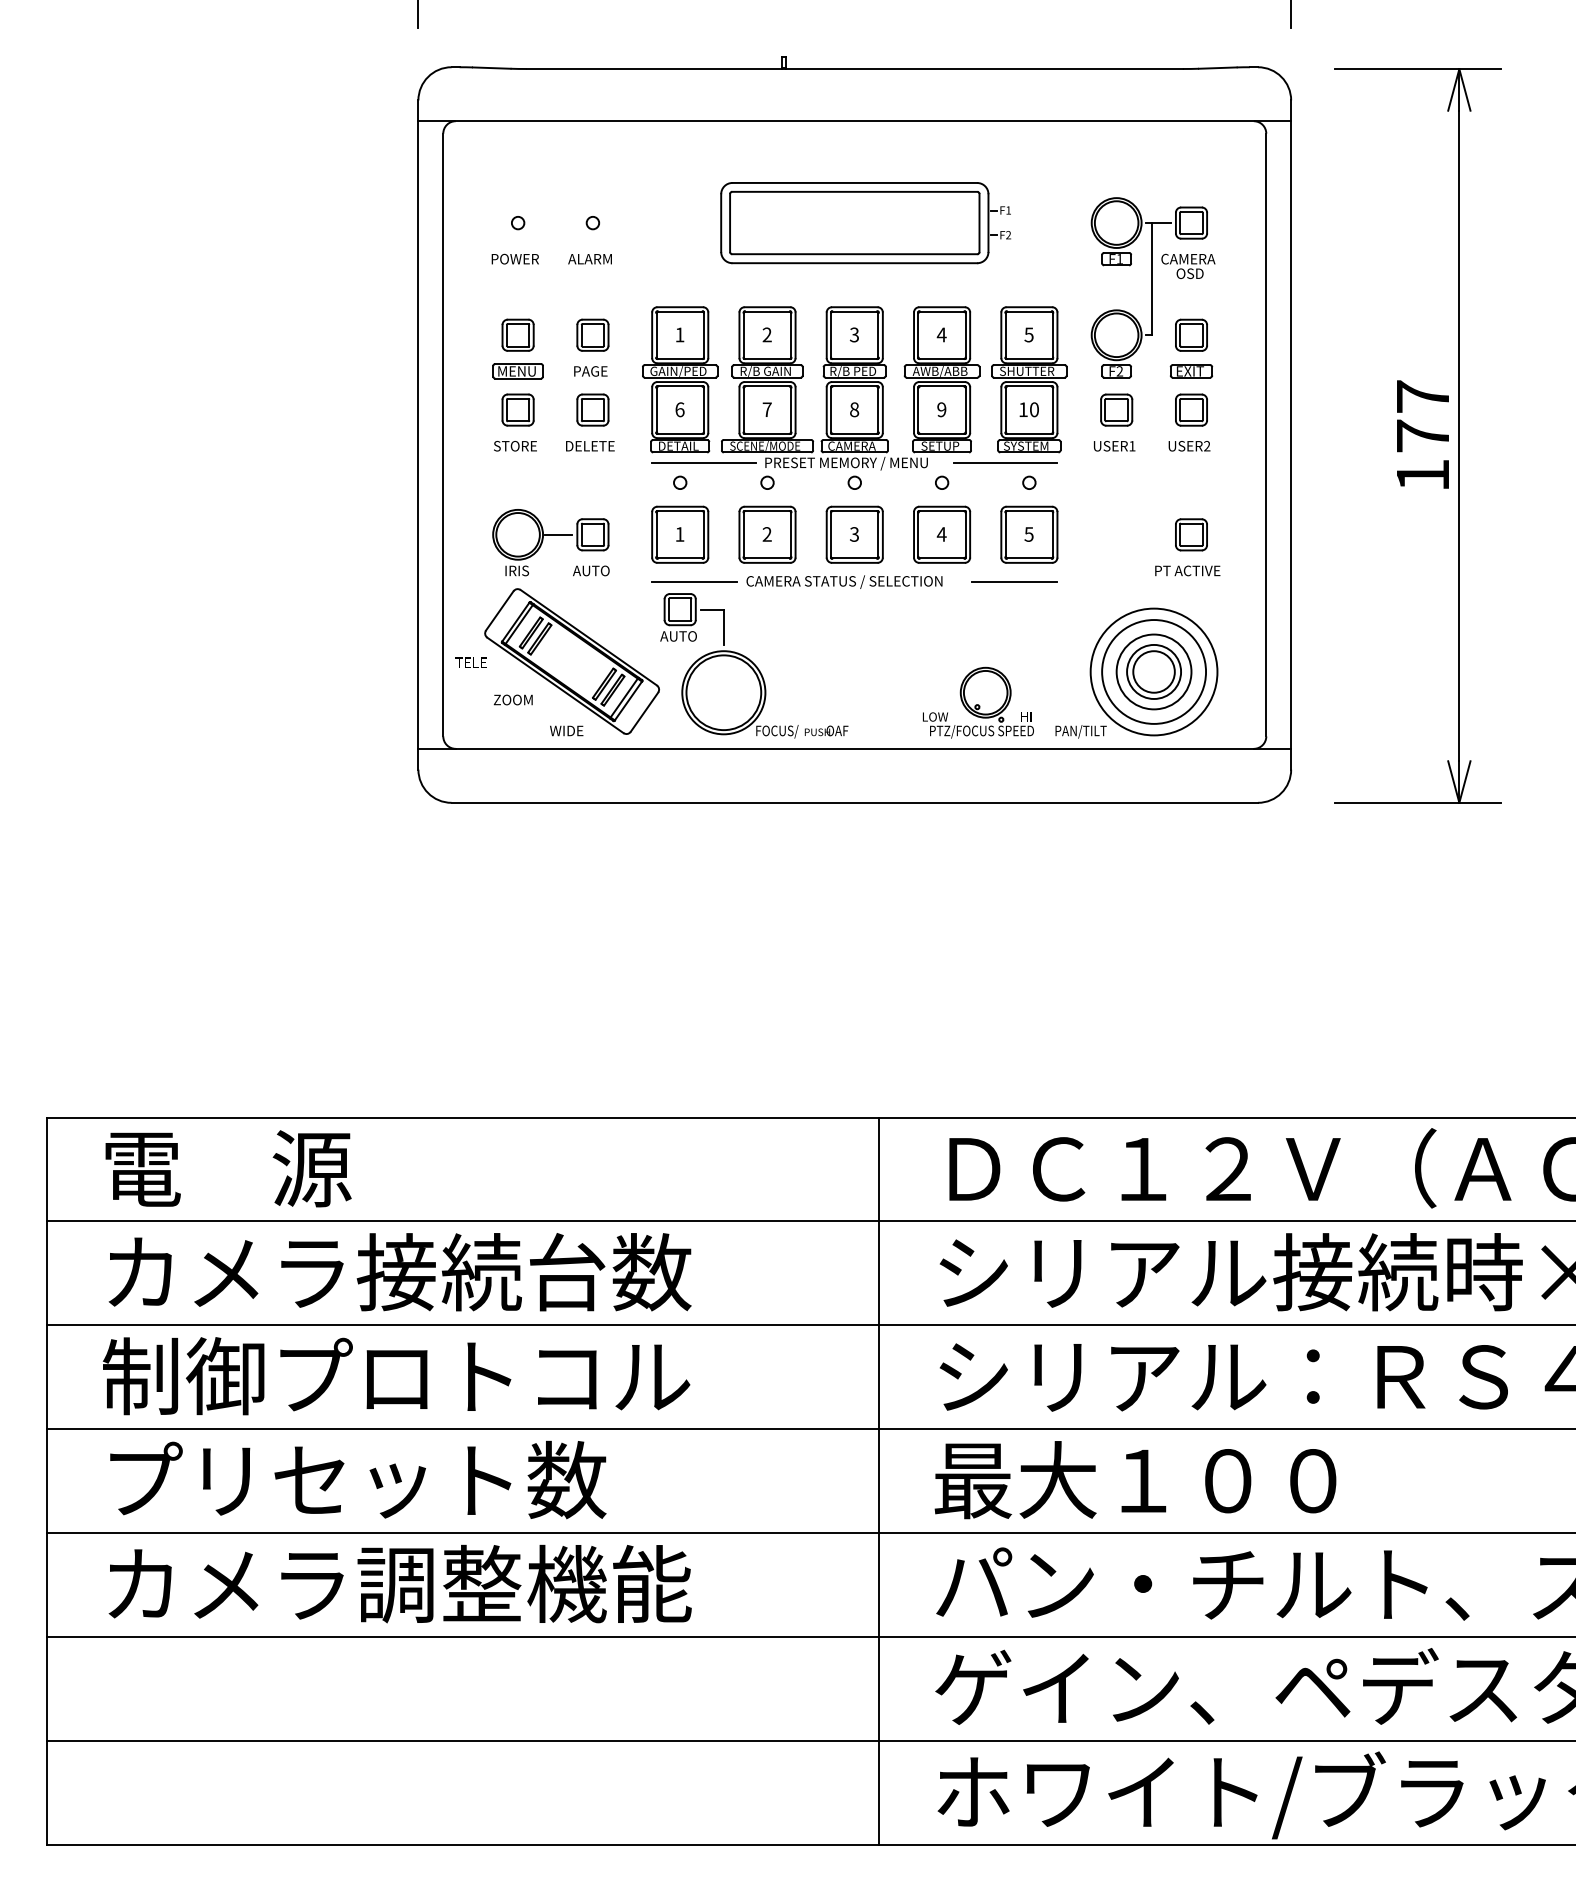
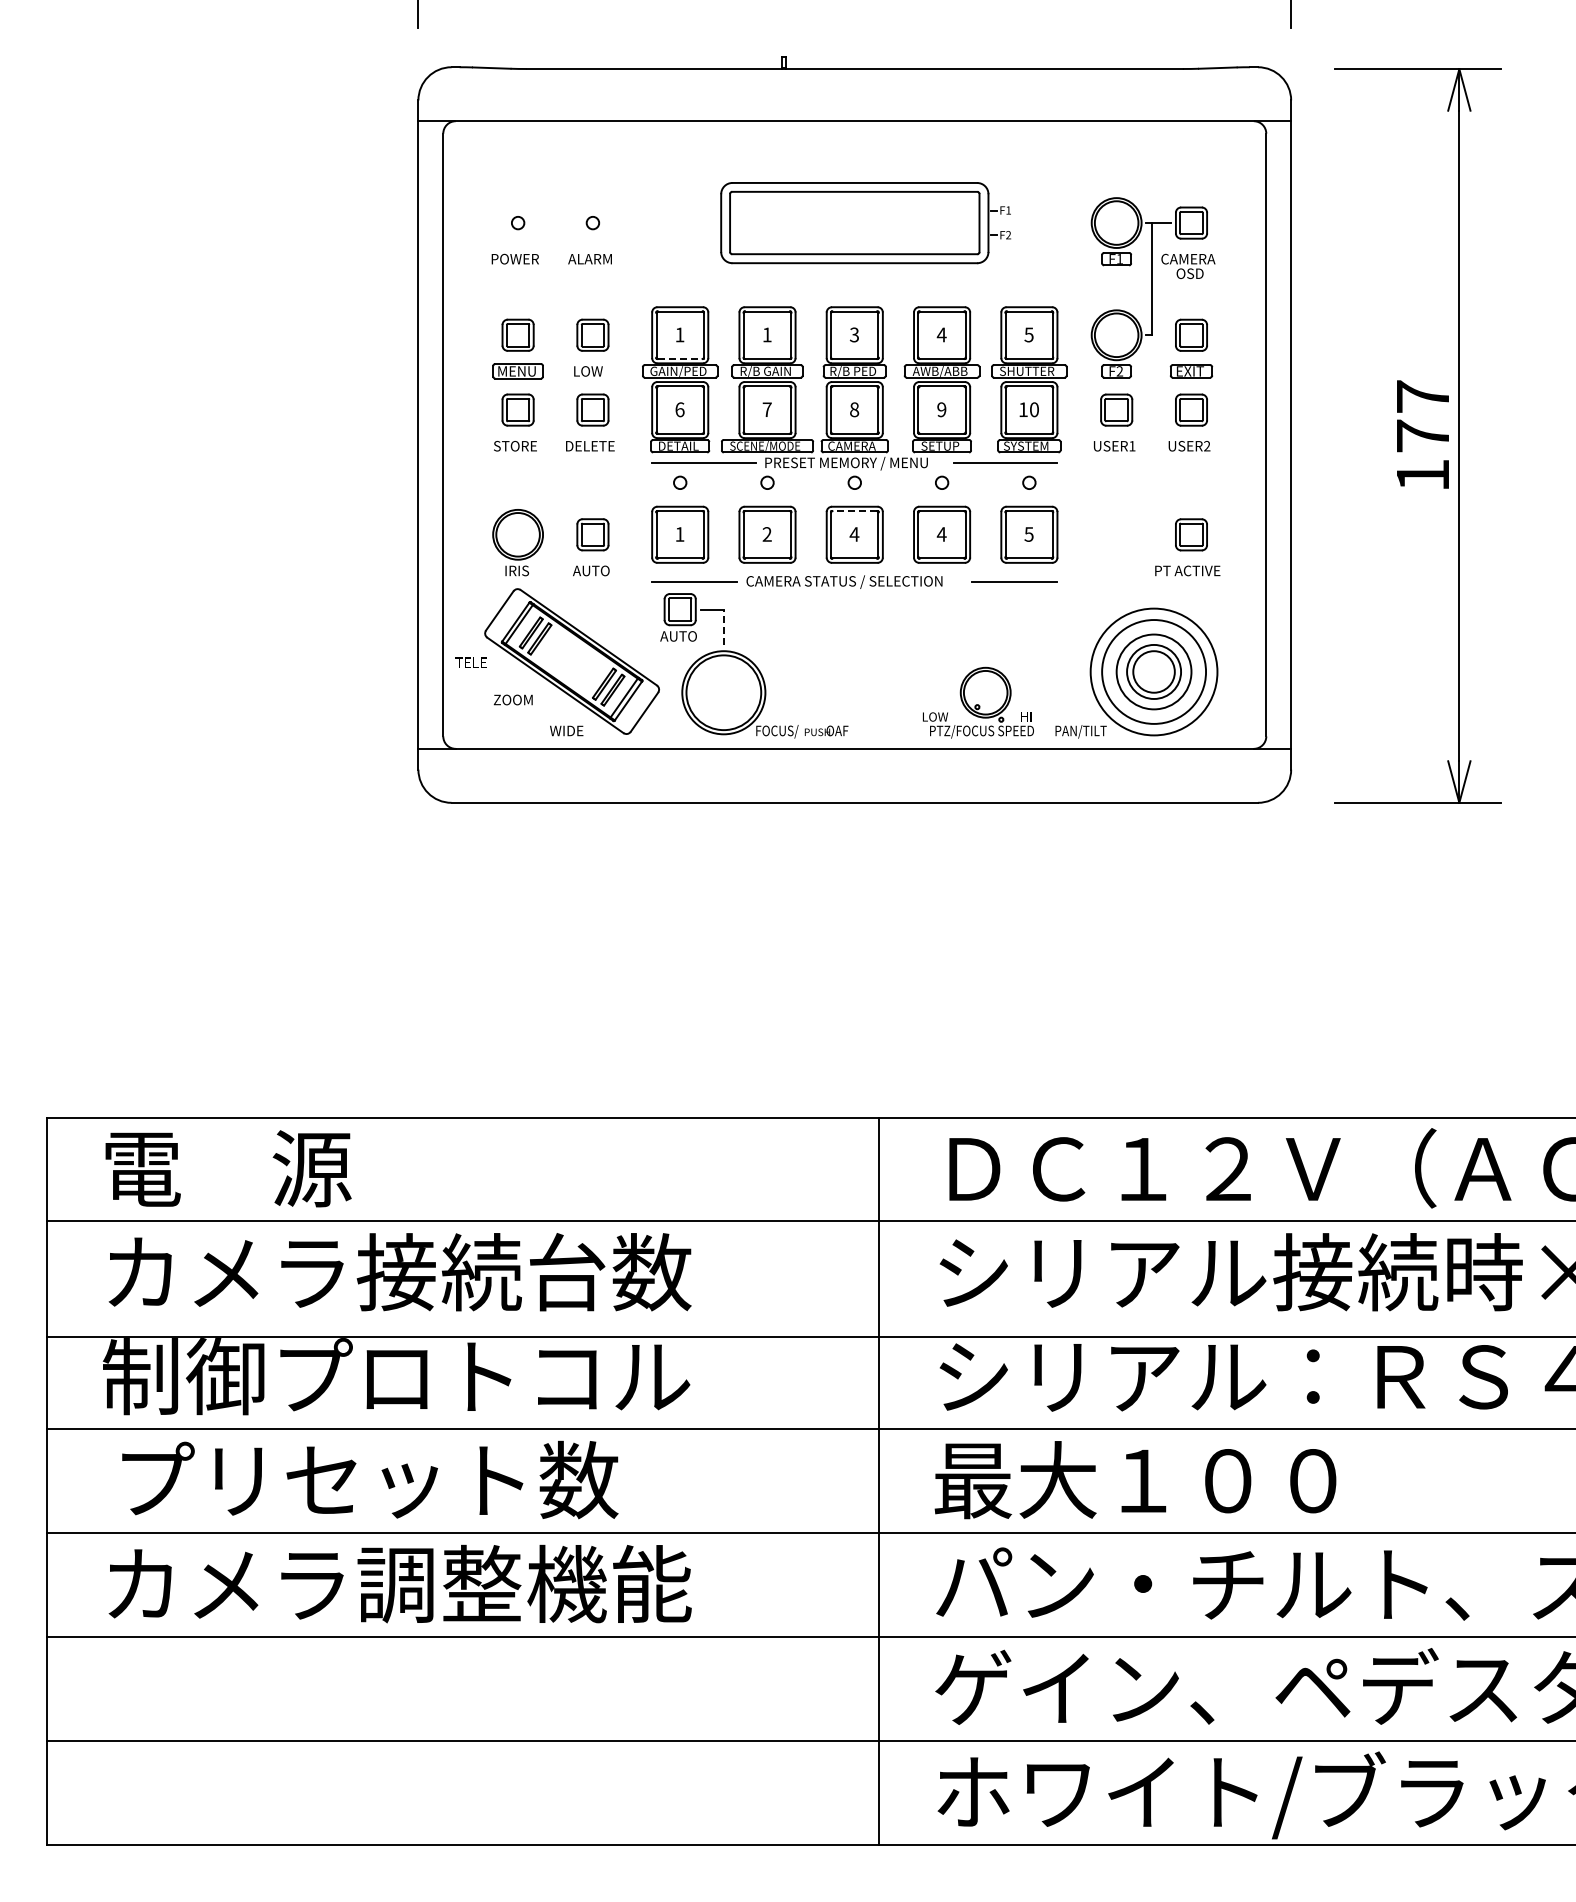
text at (766, 334): 2 -> 1
line at (680, 358): solid -> dashed
text at (591, 371): PAGE -> LOW
line at (854, 511): solid -> dashed
line at (558, 534): present -> none
text at (854, 534): 3 -> 4
line at (723, 627): solid -> dashed
line at (809, 1325) position: (809, 1325) -> (809, 1337)
text at (358, 1479) position: (358, 1479) -> (370, 1479)
